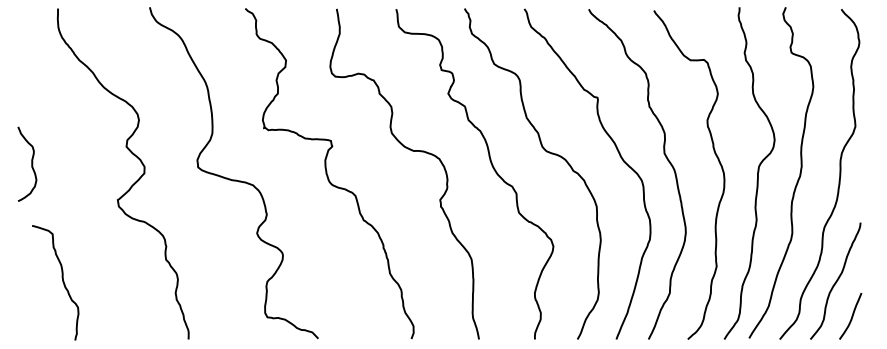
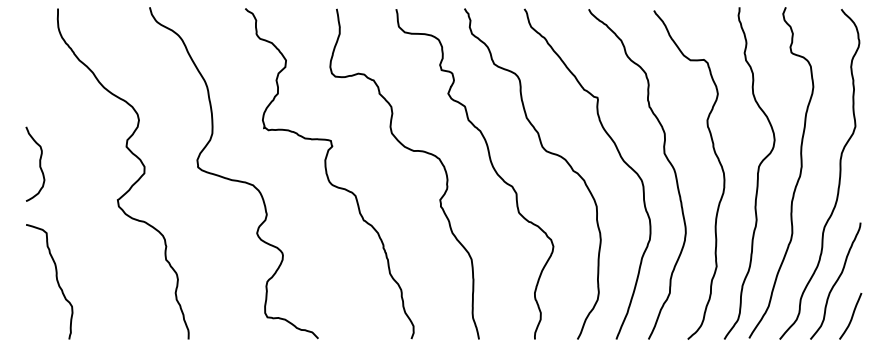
curve at (31, 163) position: (31, 163) -> (39, 163)
curve at (62, 282) position: (62, 282) -> (56, 281)
